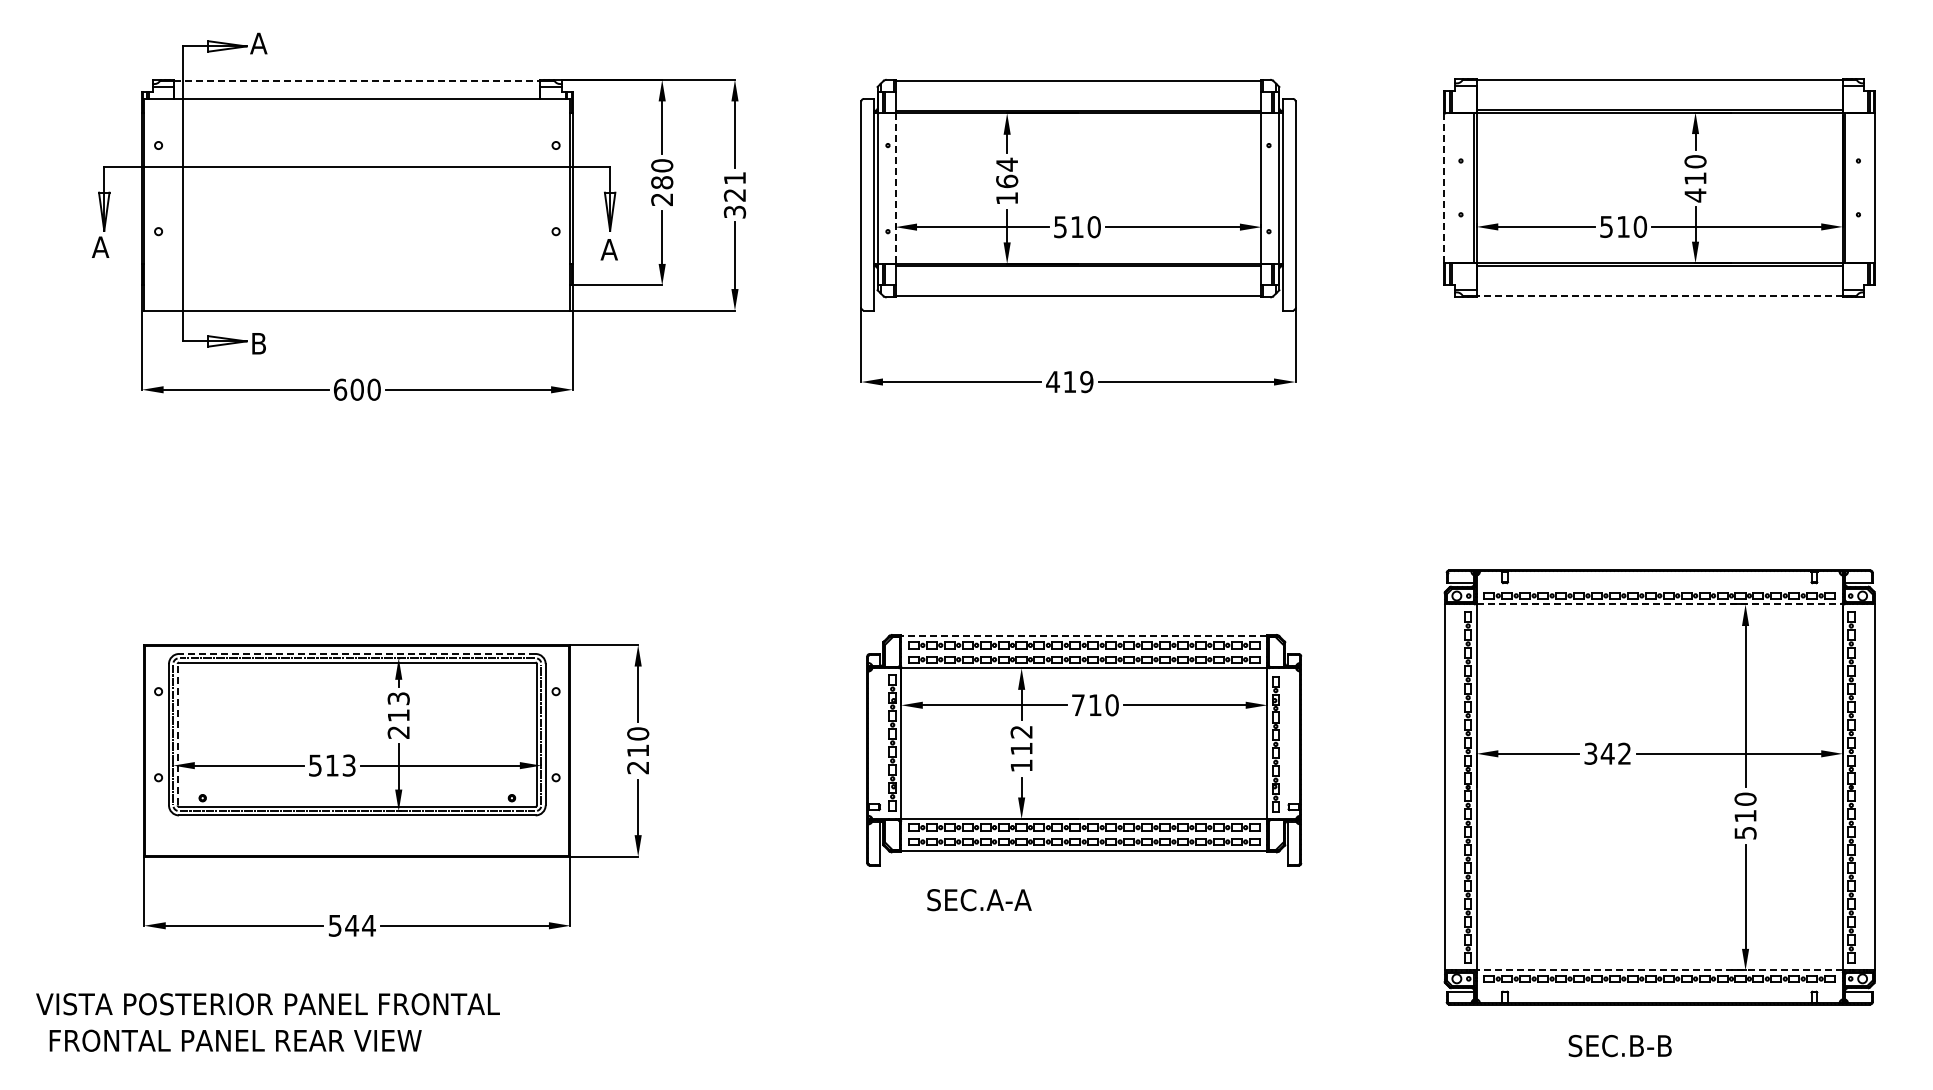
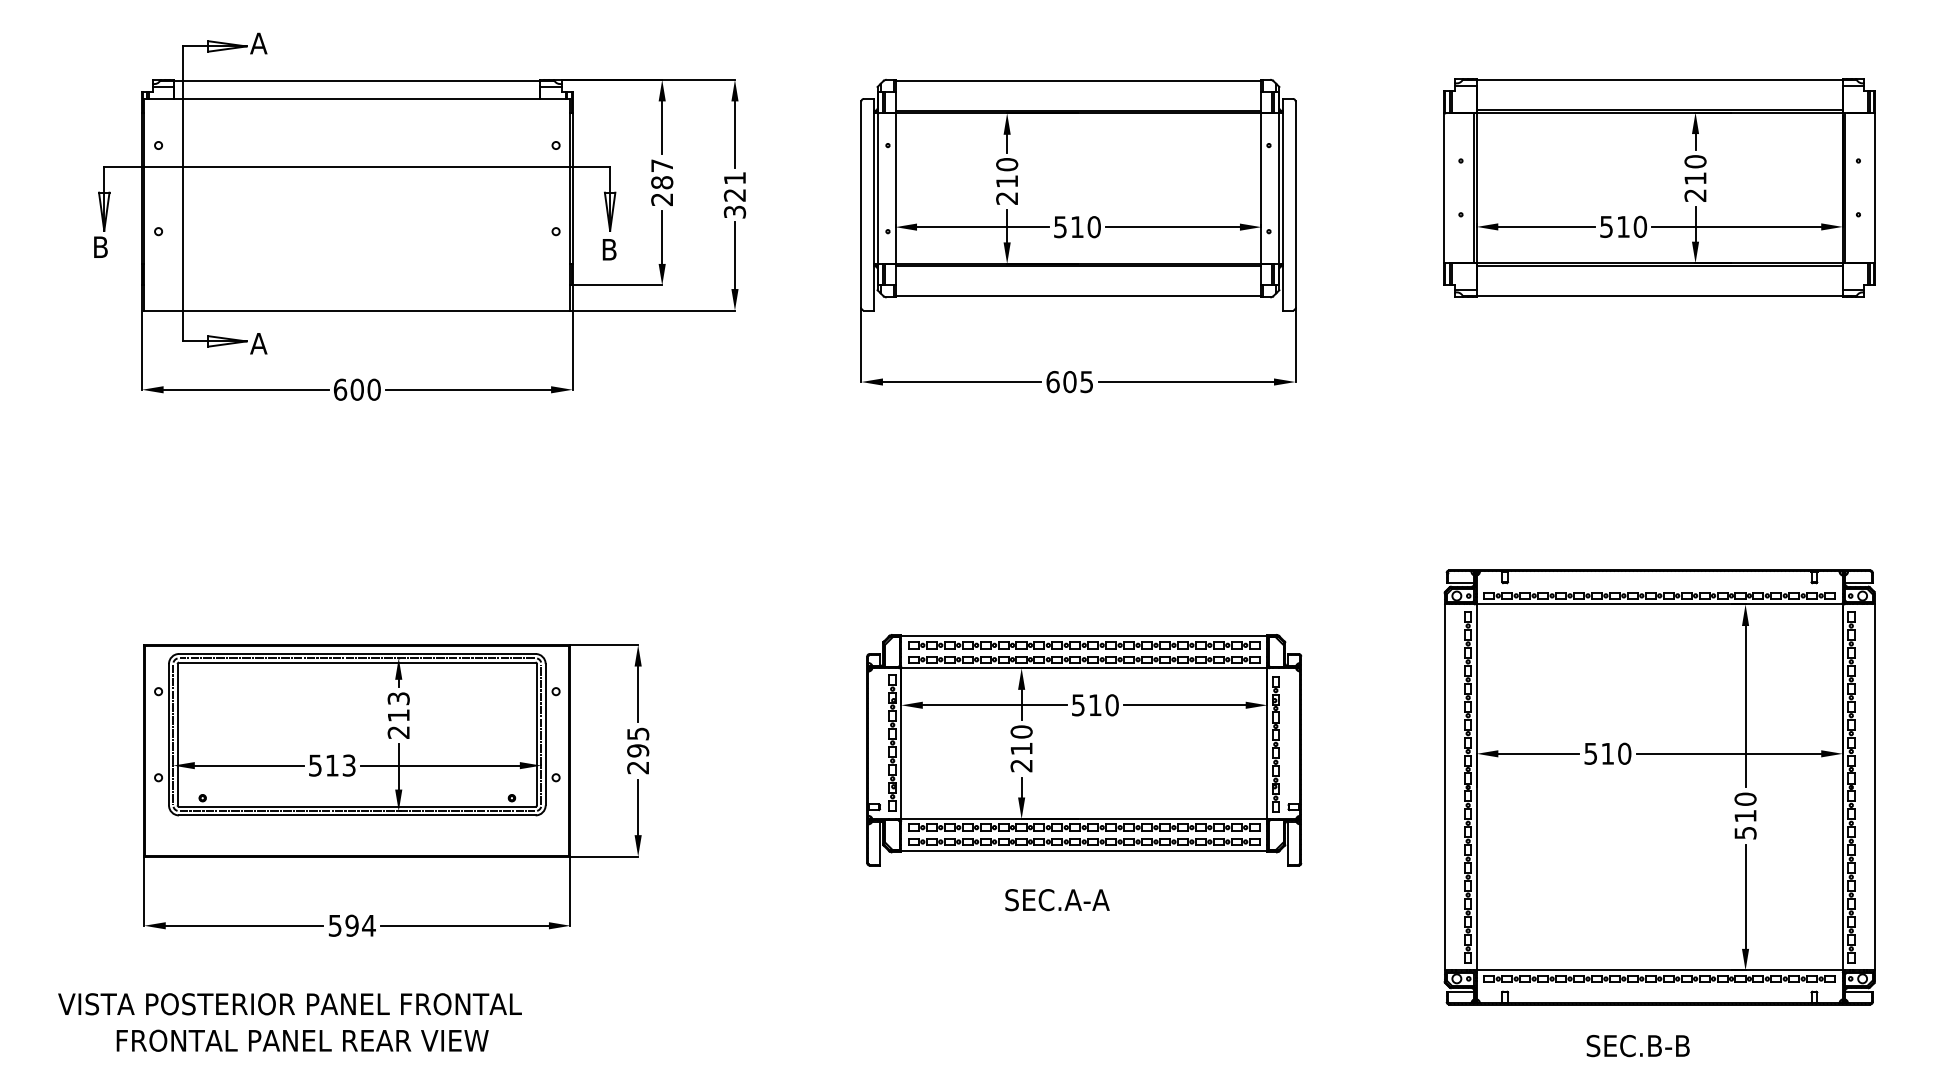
line at (357, 80): dashed -> solid
text at (662, 165): 280 -> 287
text at (1007, 180): 164 -> 210
line at (1444, 187): dashed -> solid
line at (895, 189): dashed -> solid
text at (1695, 195): 410 -> 210
text at (100, 246): A -> B
text at (608, 249): A -> B
line at (1659, 295): dashed -> solid
text at (258, 343): B -> A
text at (1069, 381): 419 -> 605
line at (1659, 604): dashed -> solid
line at (1084, 636): dashed -> solid
line at (356, 653): dashed -> solid
text at (1078, 705): 710 -> 510
line at (177, 734): dashed -> solid
text at (638, 742): 210 -> 295
text at (1021, 748): 112 -> 210
text at (1608, 753): 342 -> 510
text at (979, 900) position: (979, 900) -> (1057, 900)
text at (352, 925): 544 -> 594
line at (1659, 970): dashed -> solid
text at (267, 1004) position: (267, 1004) -> (289, 1004)
text at (235, 1040) position: (235, 1040) -> (302, 1040)
text at (1619, 1046) position: (1619, 1046) -> (1637, 1046)
